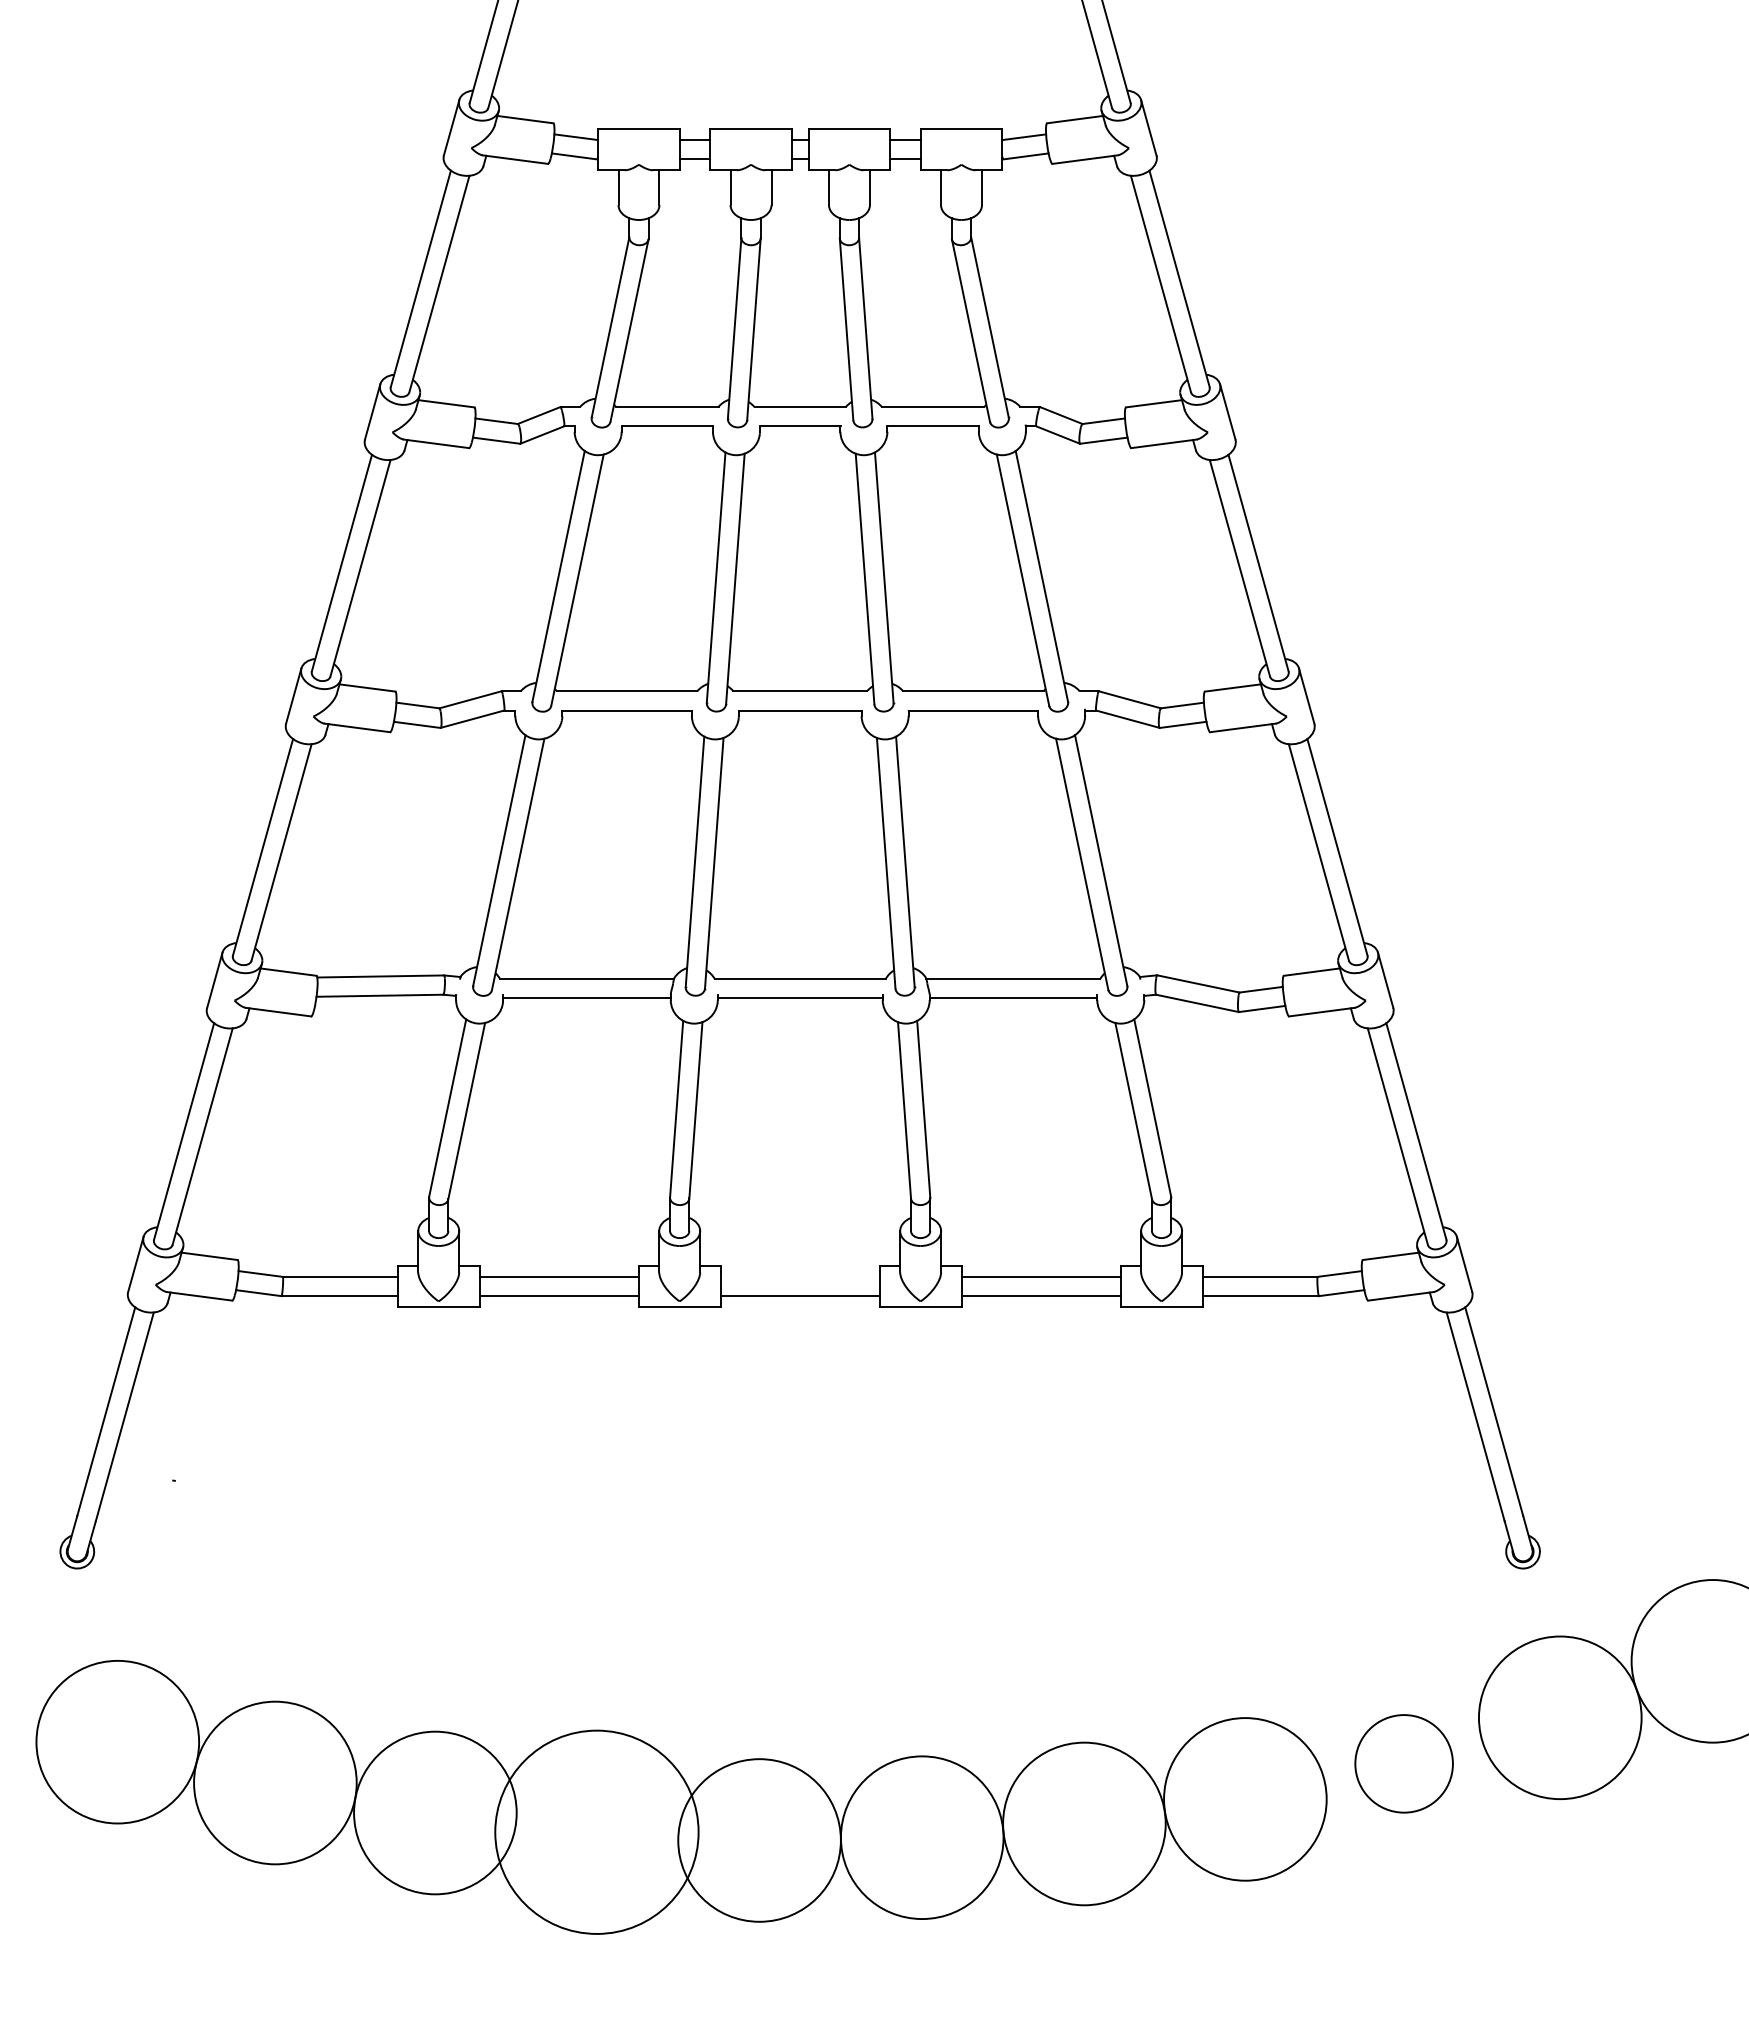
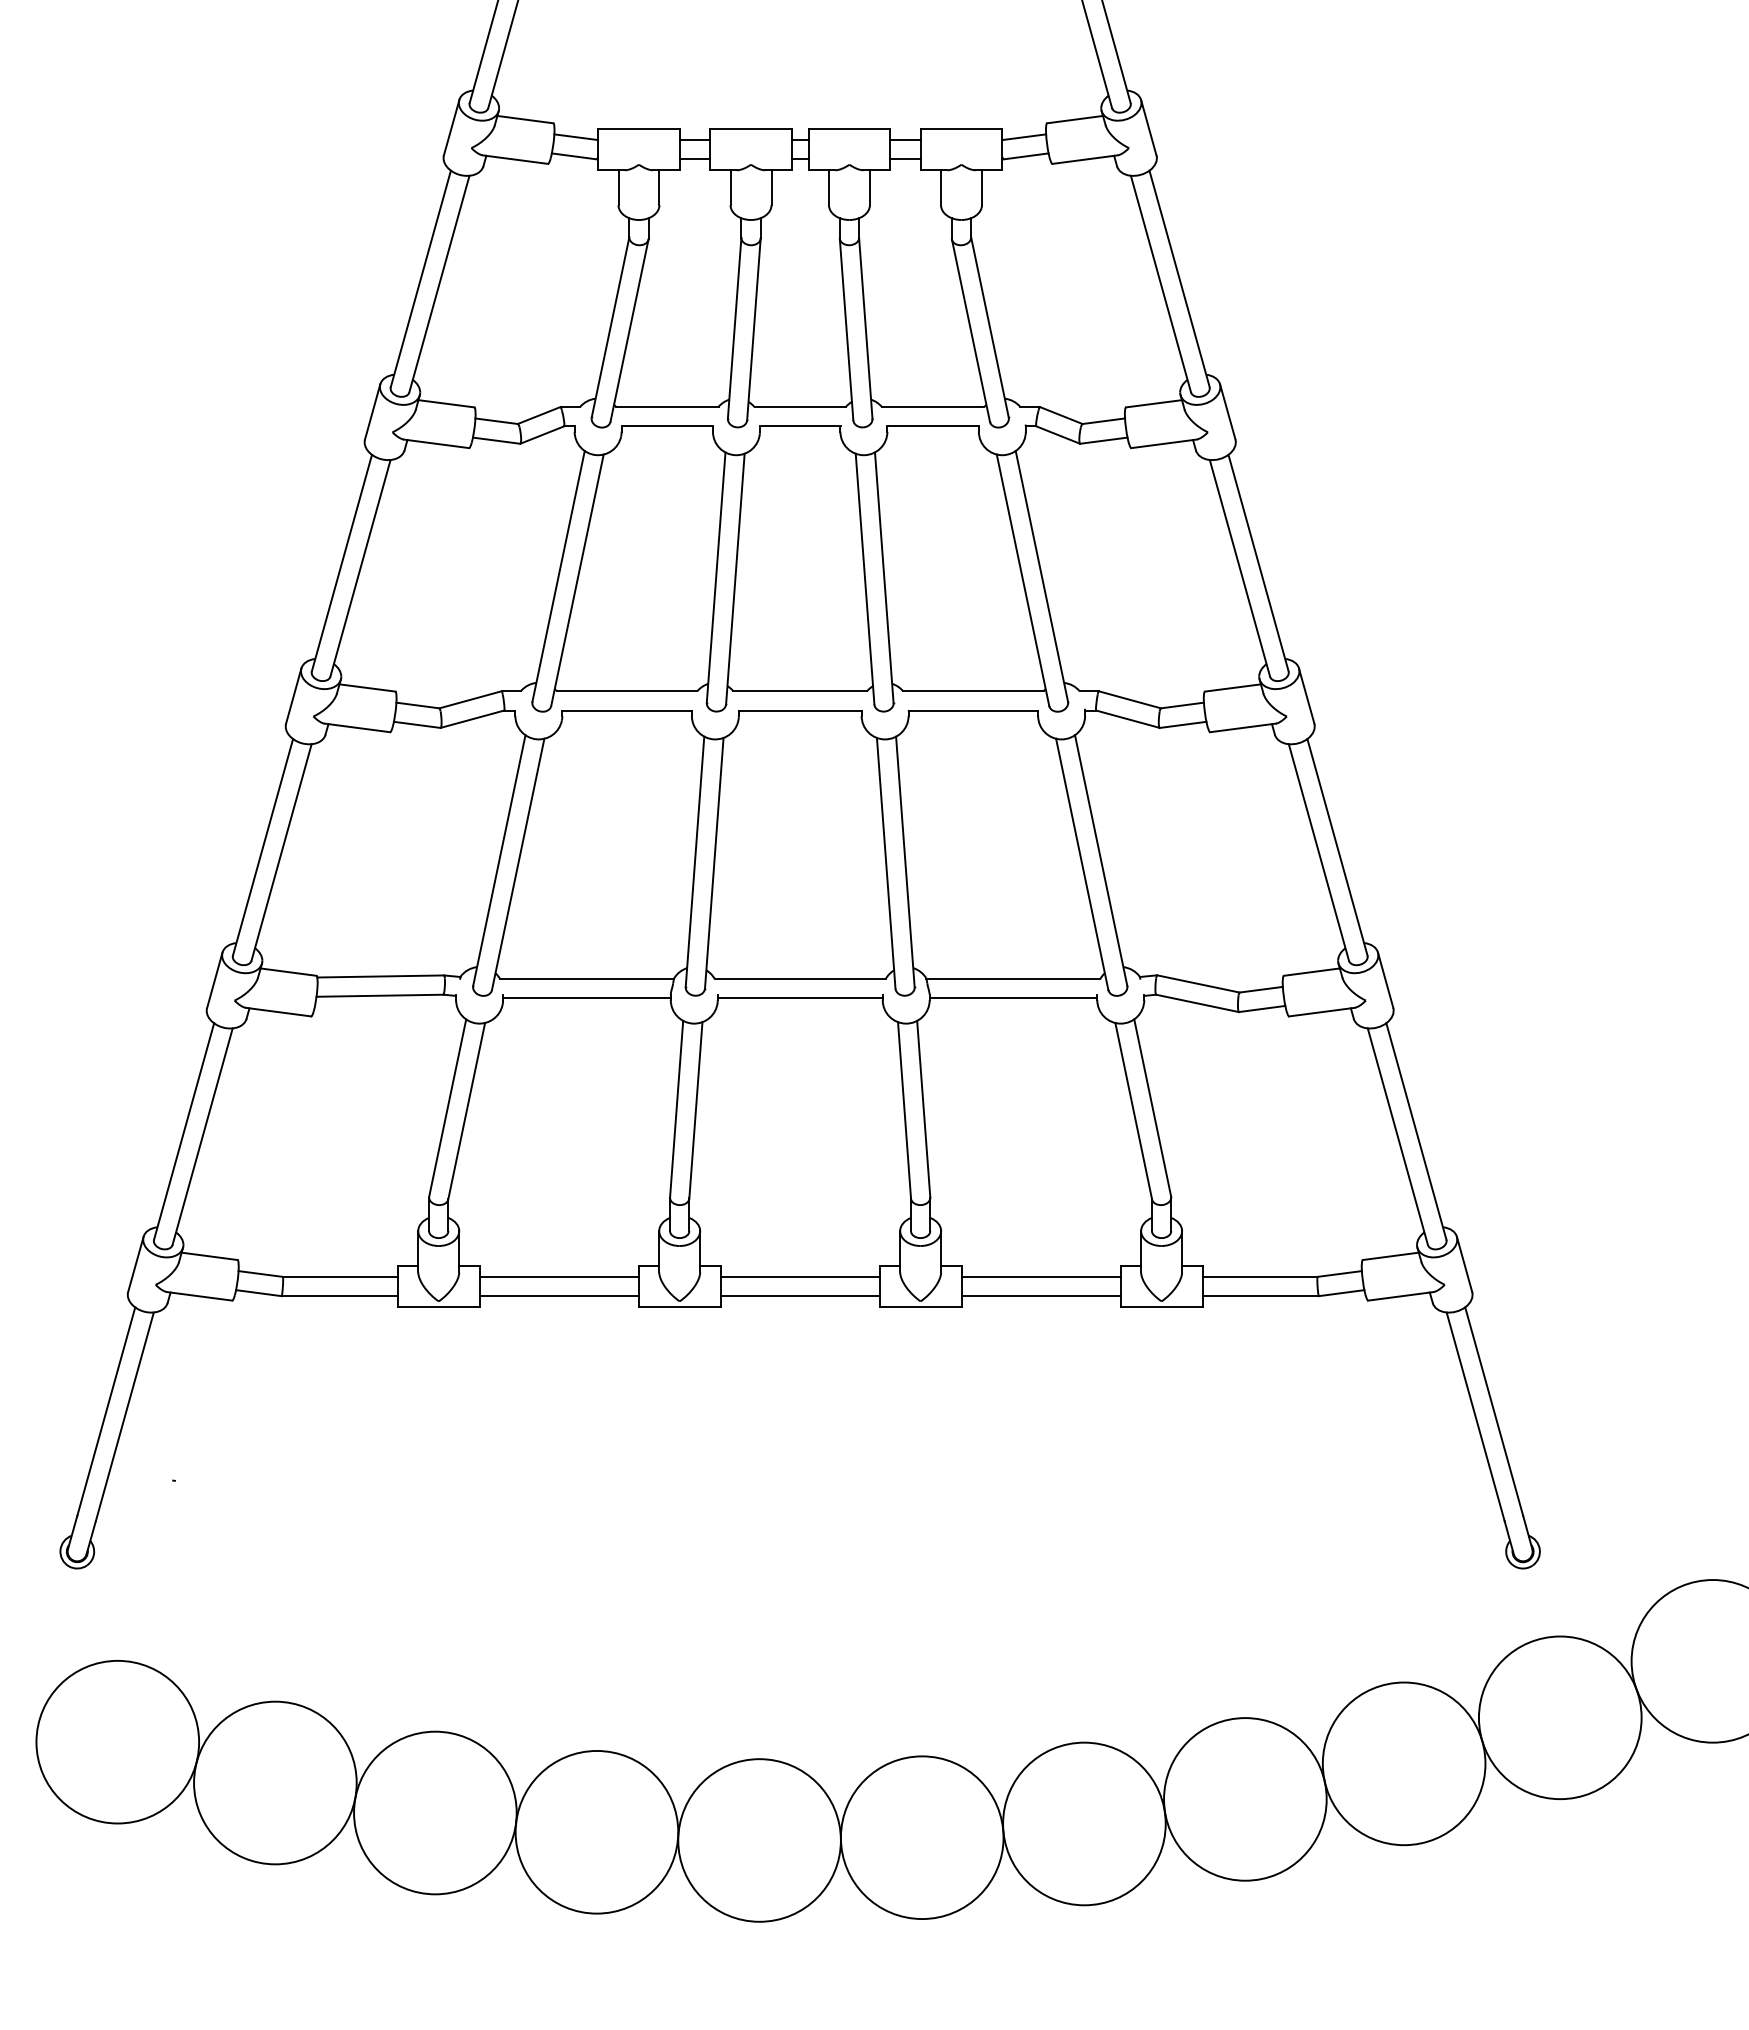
line at (799, 1276): none -> present
circle at (1403, 1763) diameter: 98 px -> 163 px
circle at (596, 1831) diameter: 203 px -> 163 px
